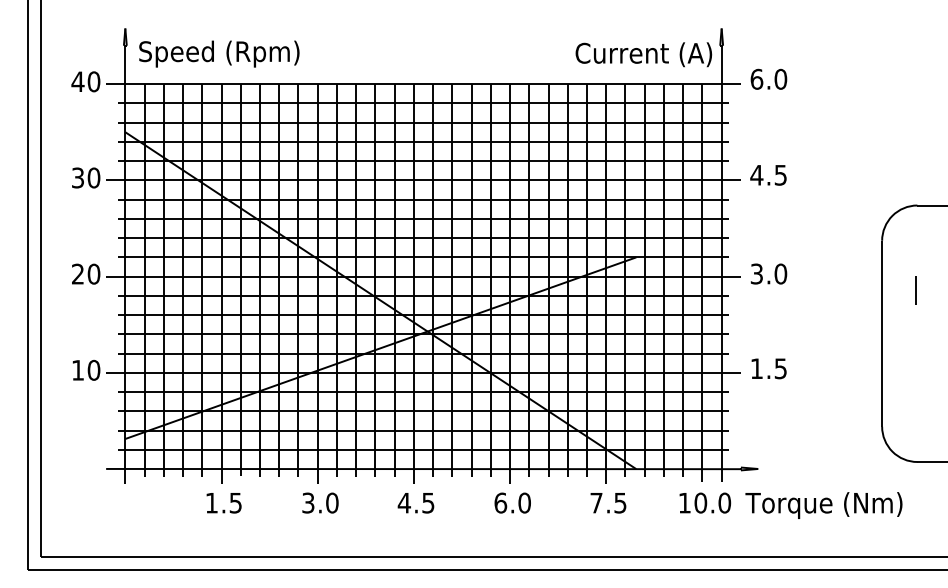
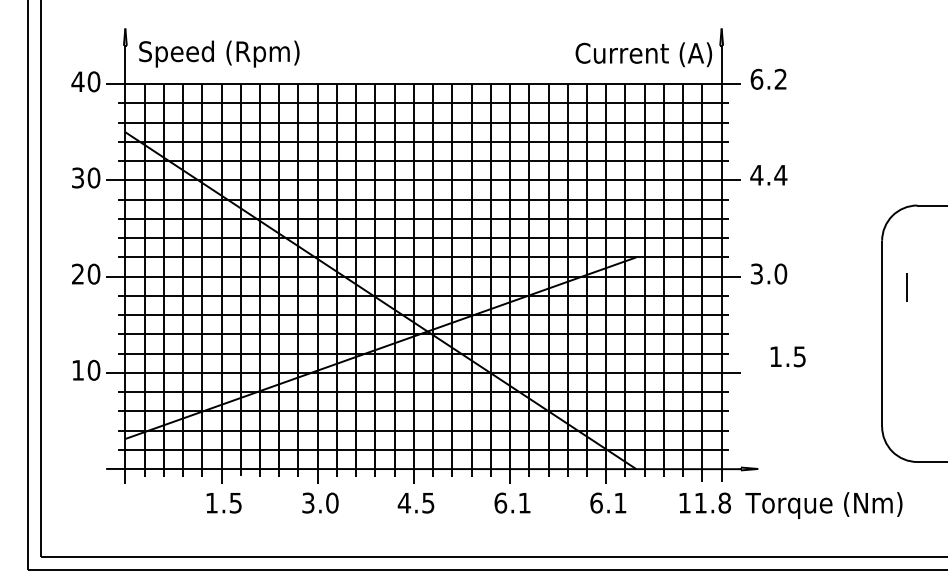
text at (780, 78): 6.0 -> 6.2
text at (780, 175): 4.5 -> 4.4
line at (915, 290) position: (915, 290) -> (906, 287)
text at (768, 368) position: (768, 368) -> (787, 356)
text at (524, 502): 6.0 -> 6.1
text at (608, 502): 7.5 -> 6.1
text at (712, 502): 10.0 -> 11.8
